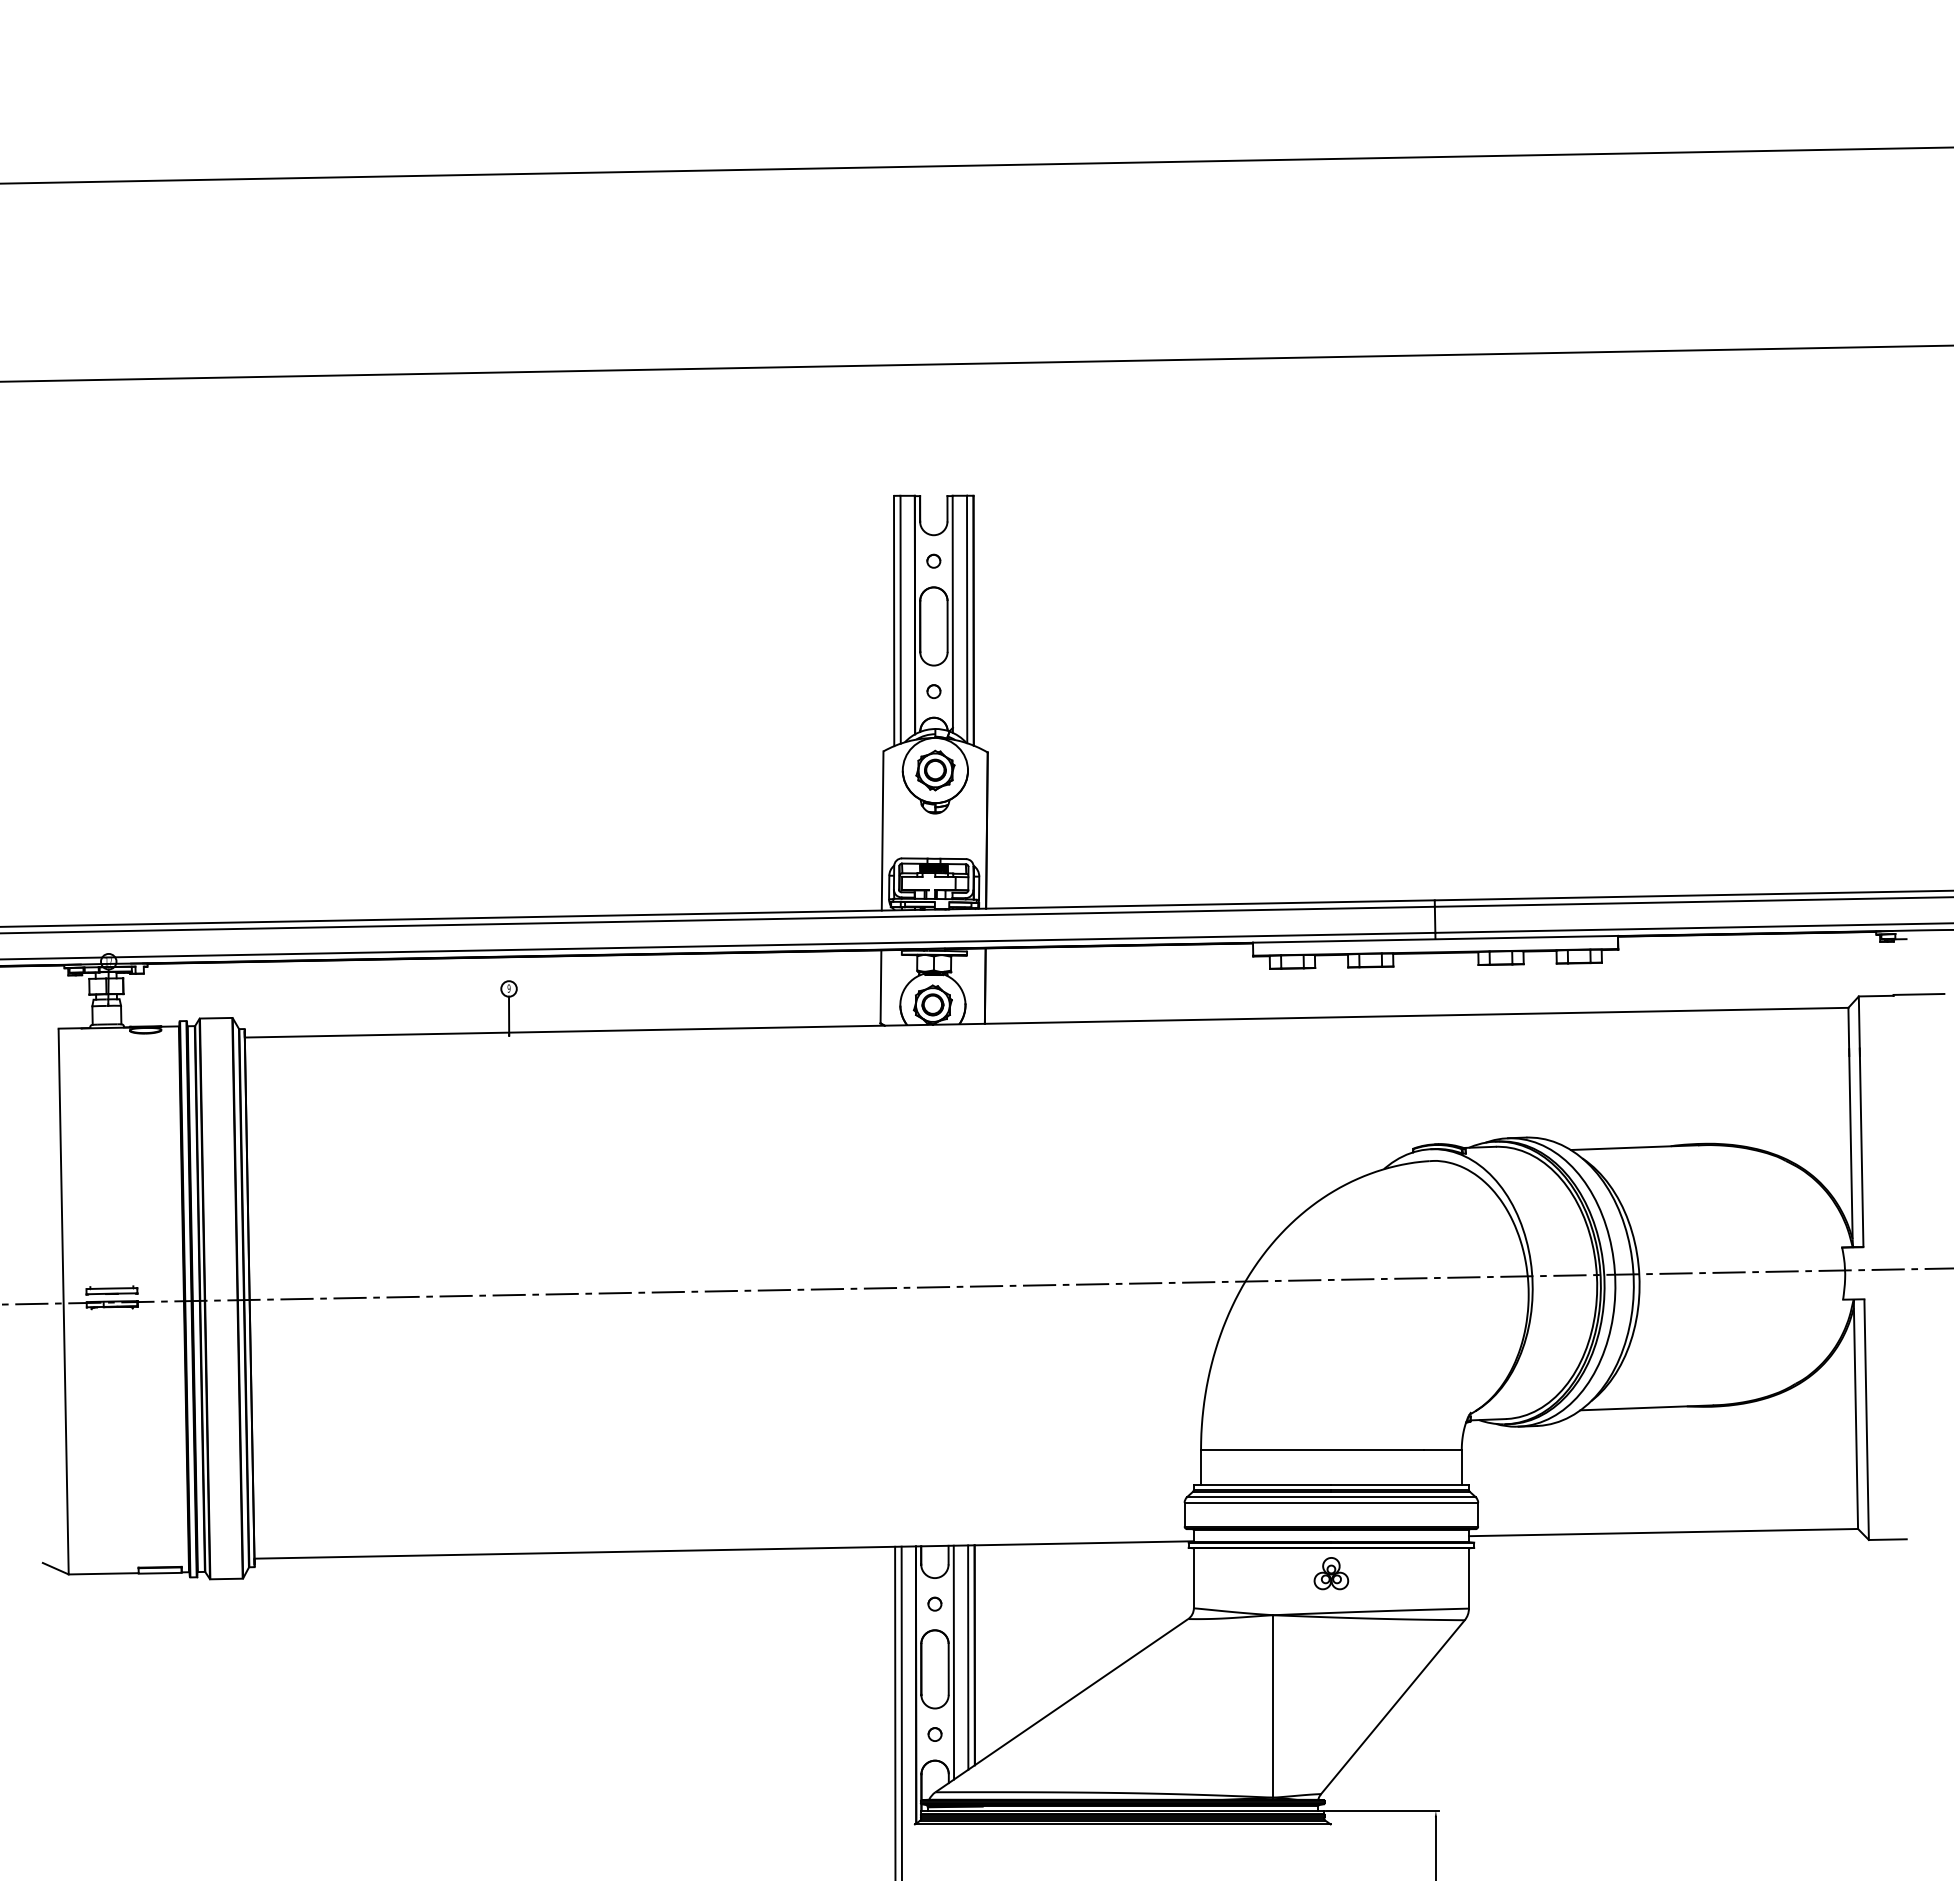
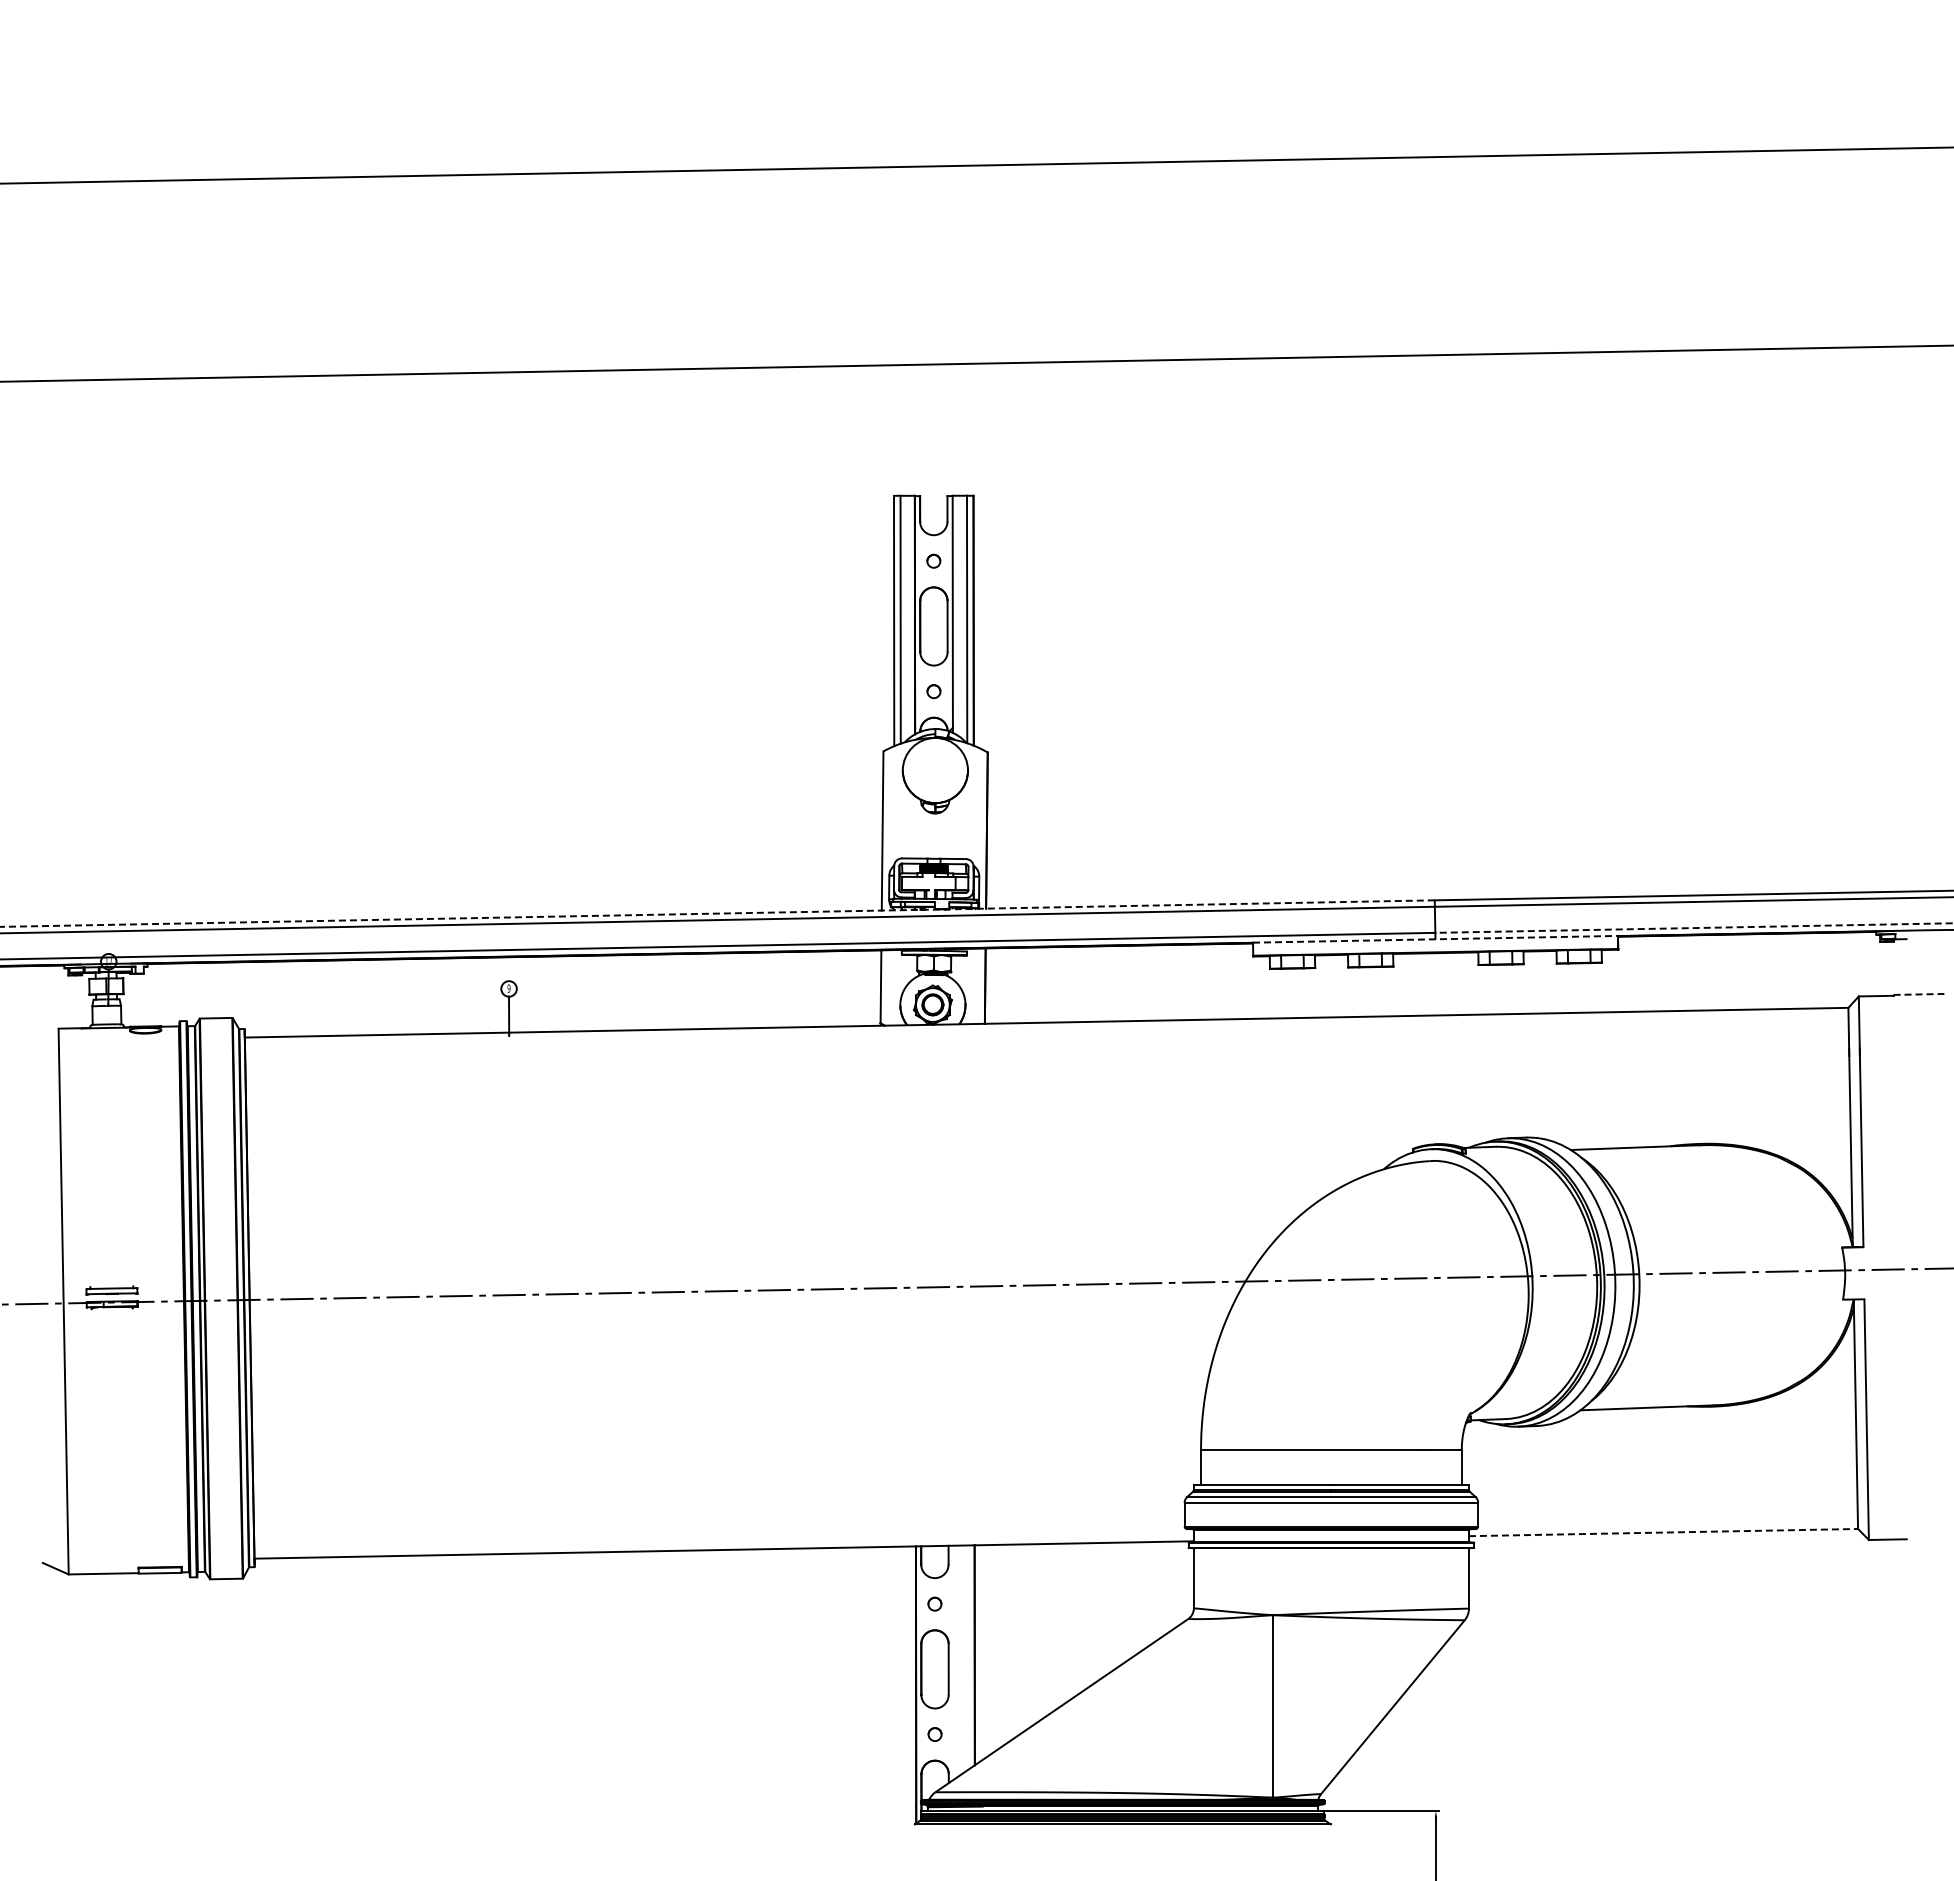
part at (935, 770): present -> none
line at (717, 913): solid -> dashed
line at (1694, 928): solid -> dashed
line at (1435, 939): solid -> dashed
line at (1919, 994): solid -> dashed
line at (1663, 1532): solid -> dashed
part at (1331, 1573): present -> none
line at (968, 1657): present -> none
line at (953, 1662): present -> none
line at (895, 1711): present -> none
line at (901, 1711): present -> none
